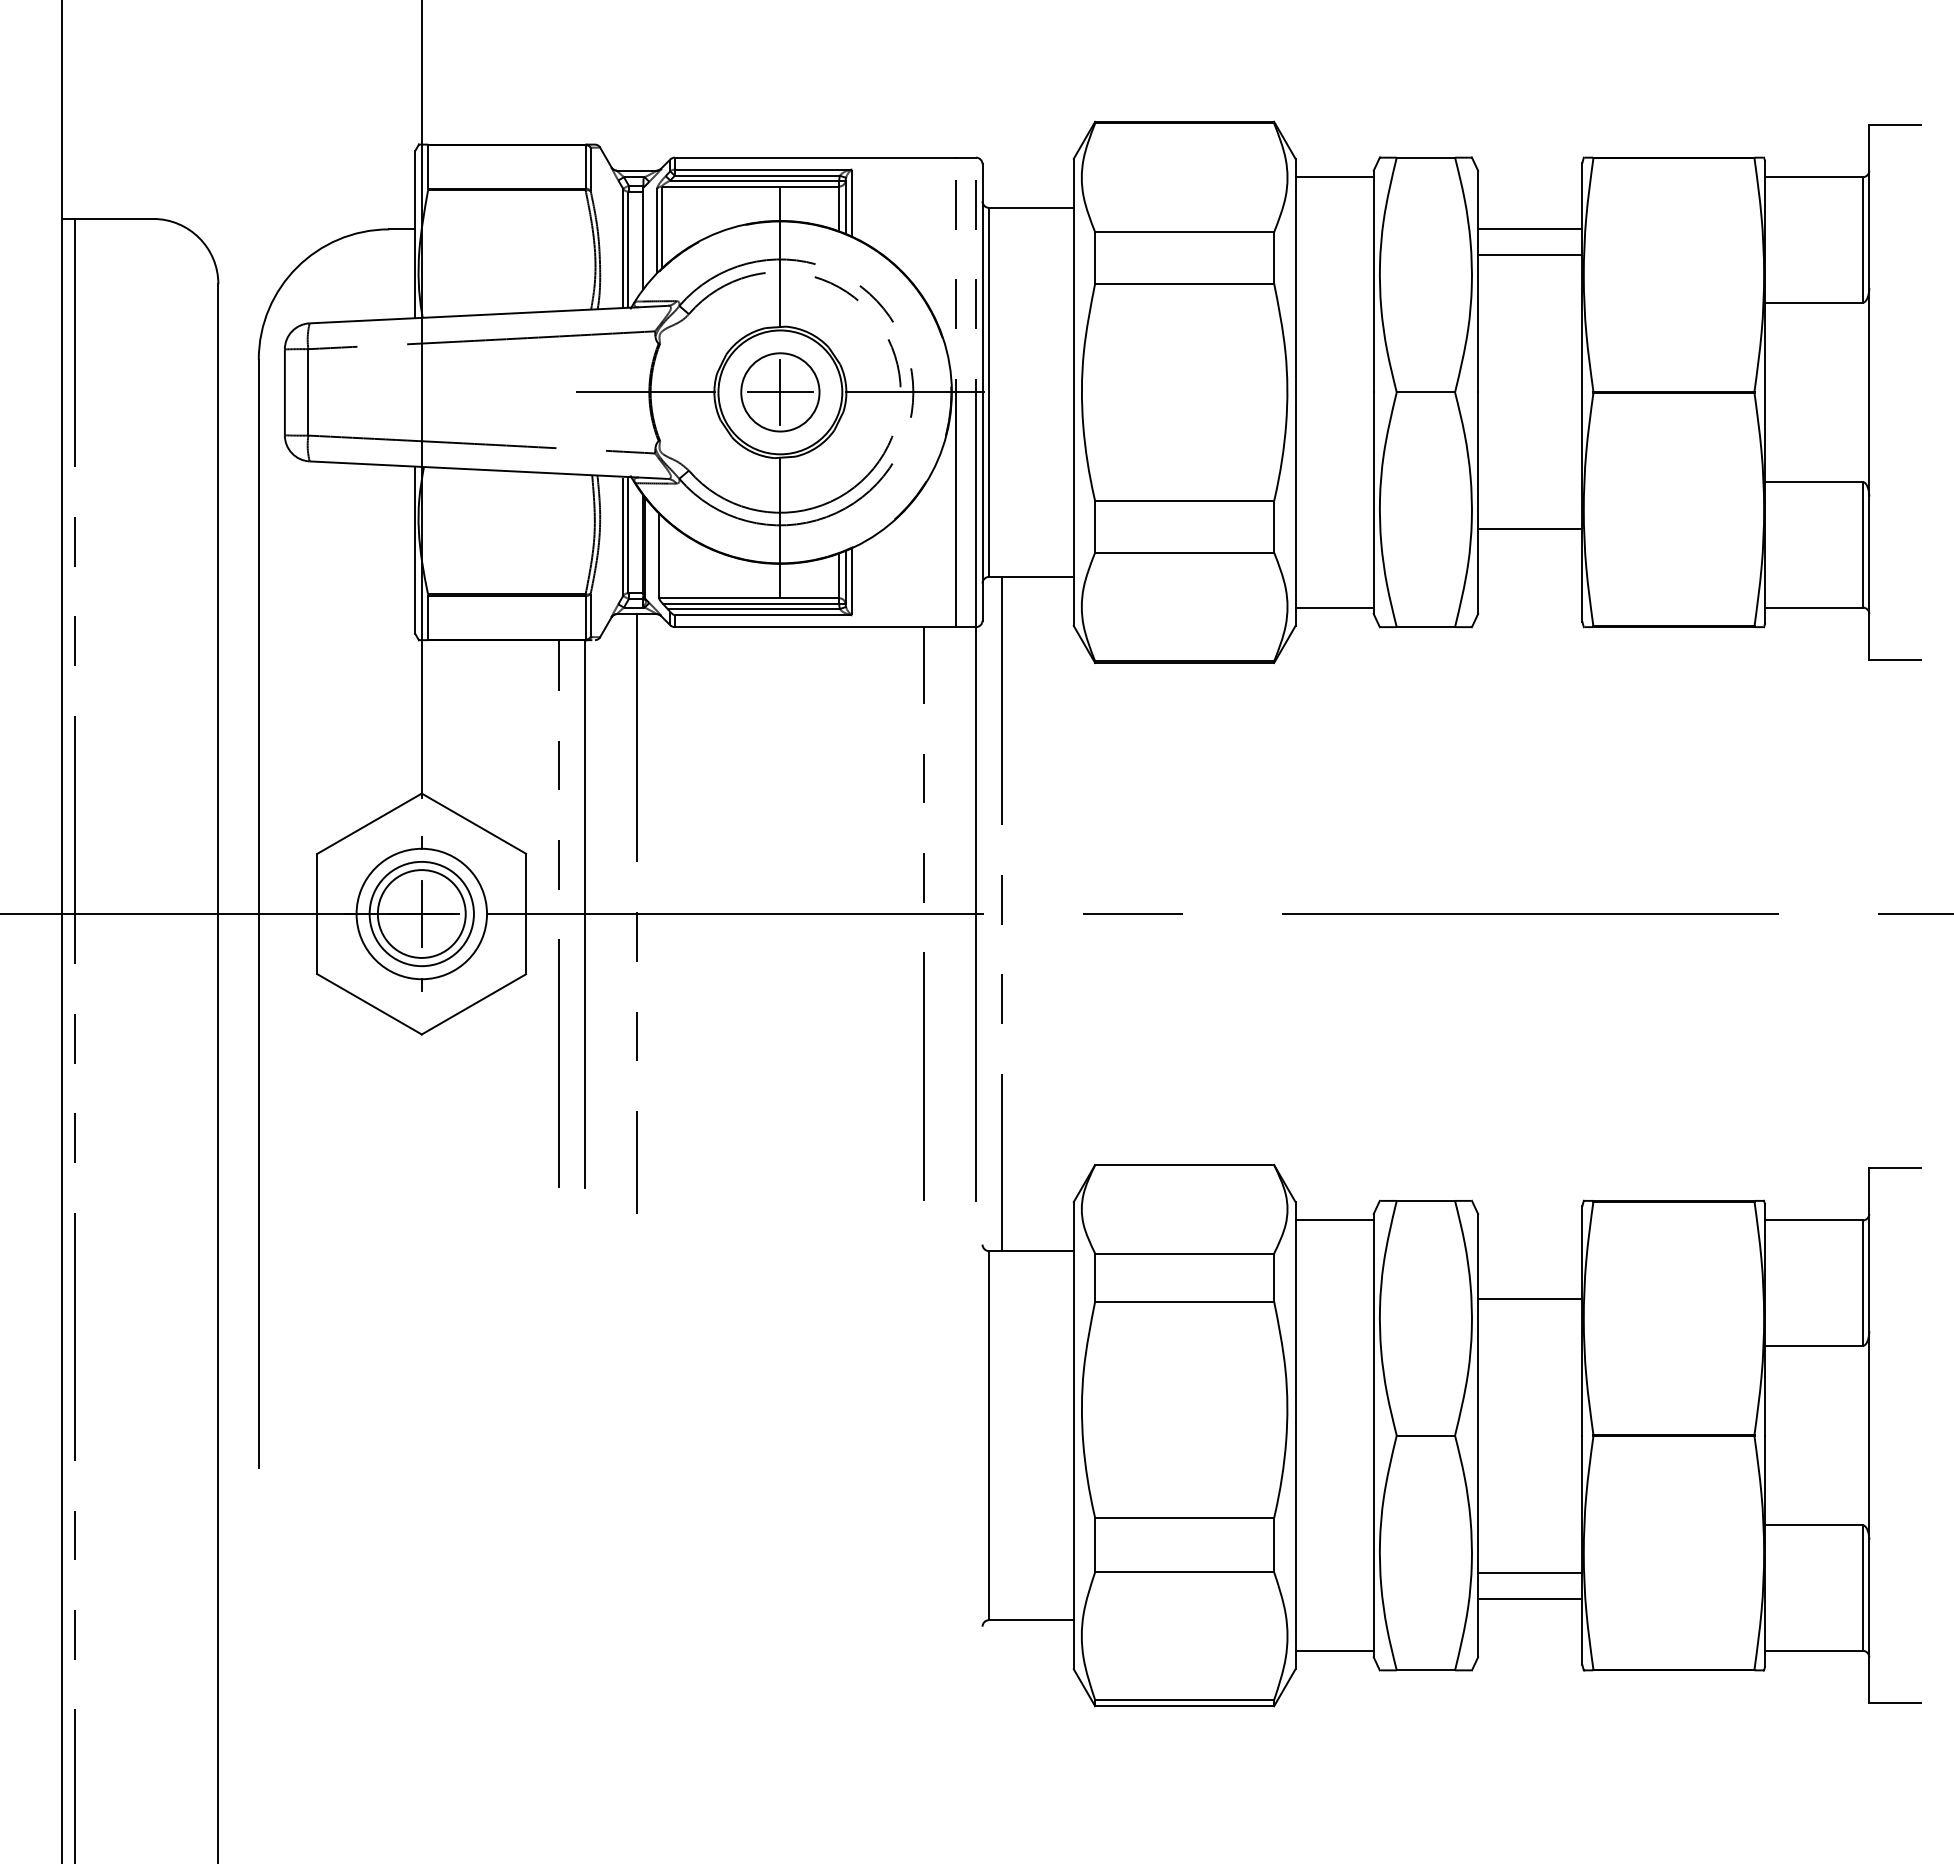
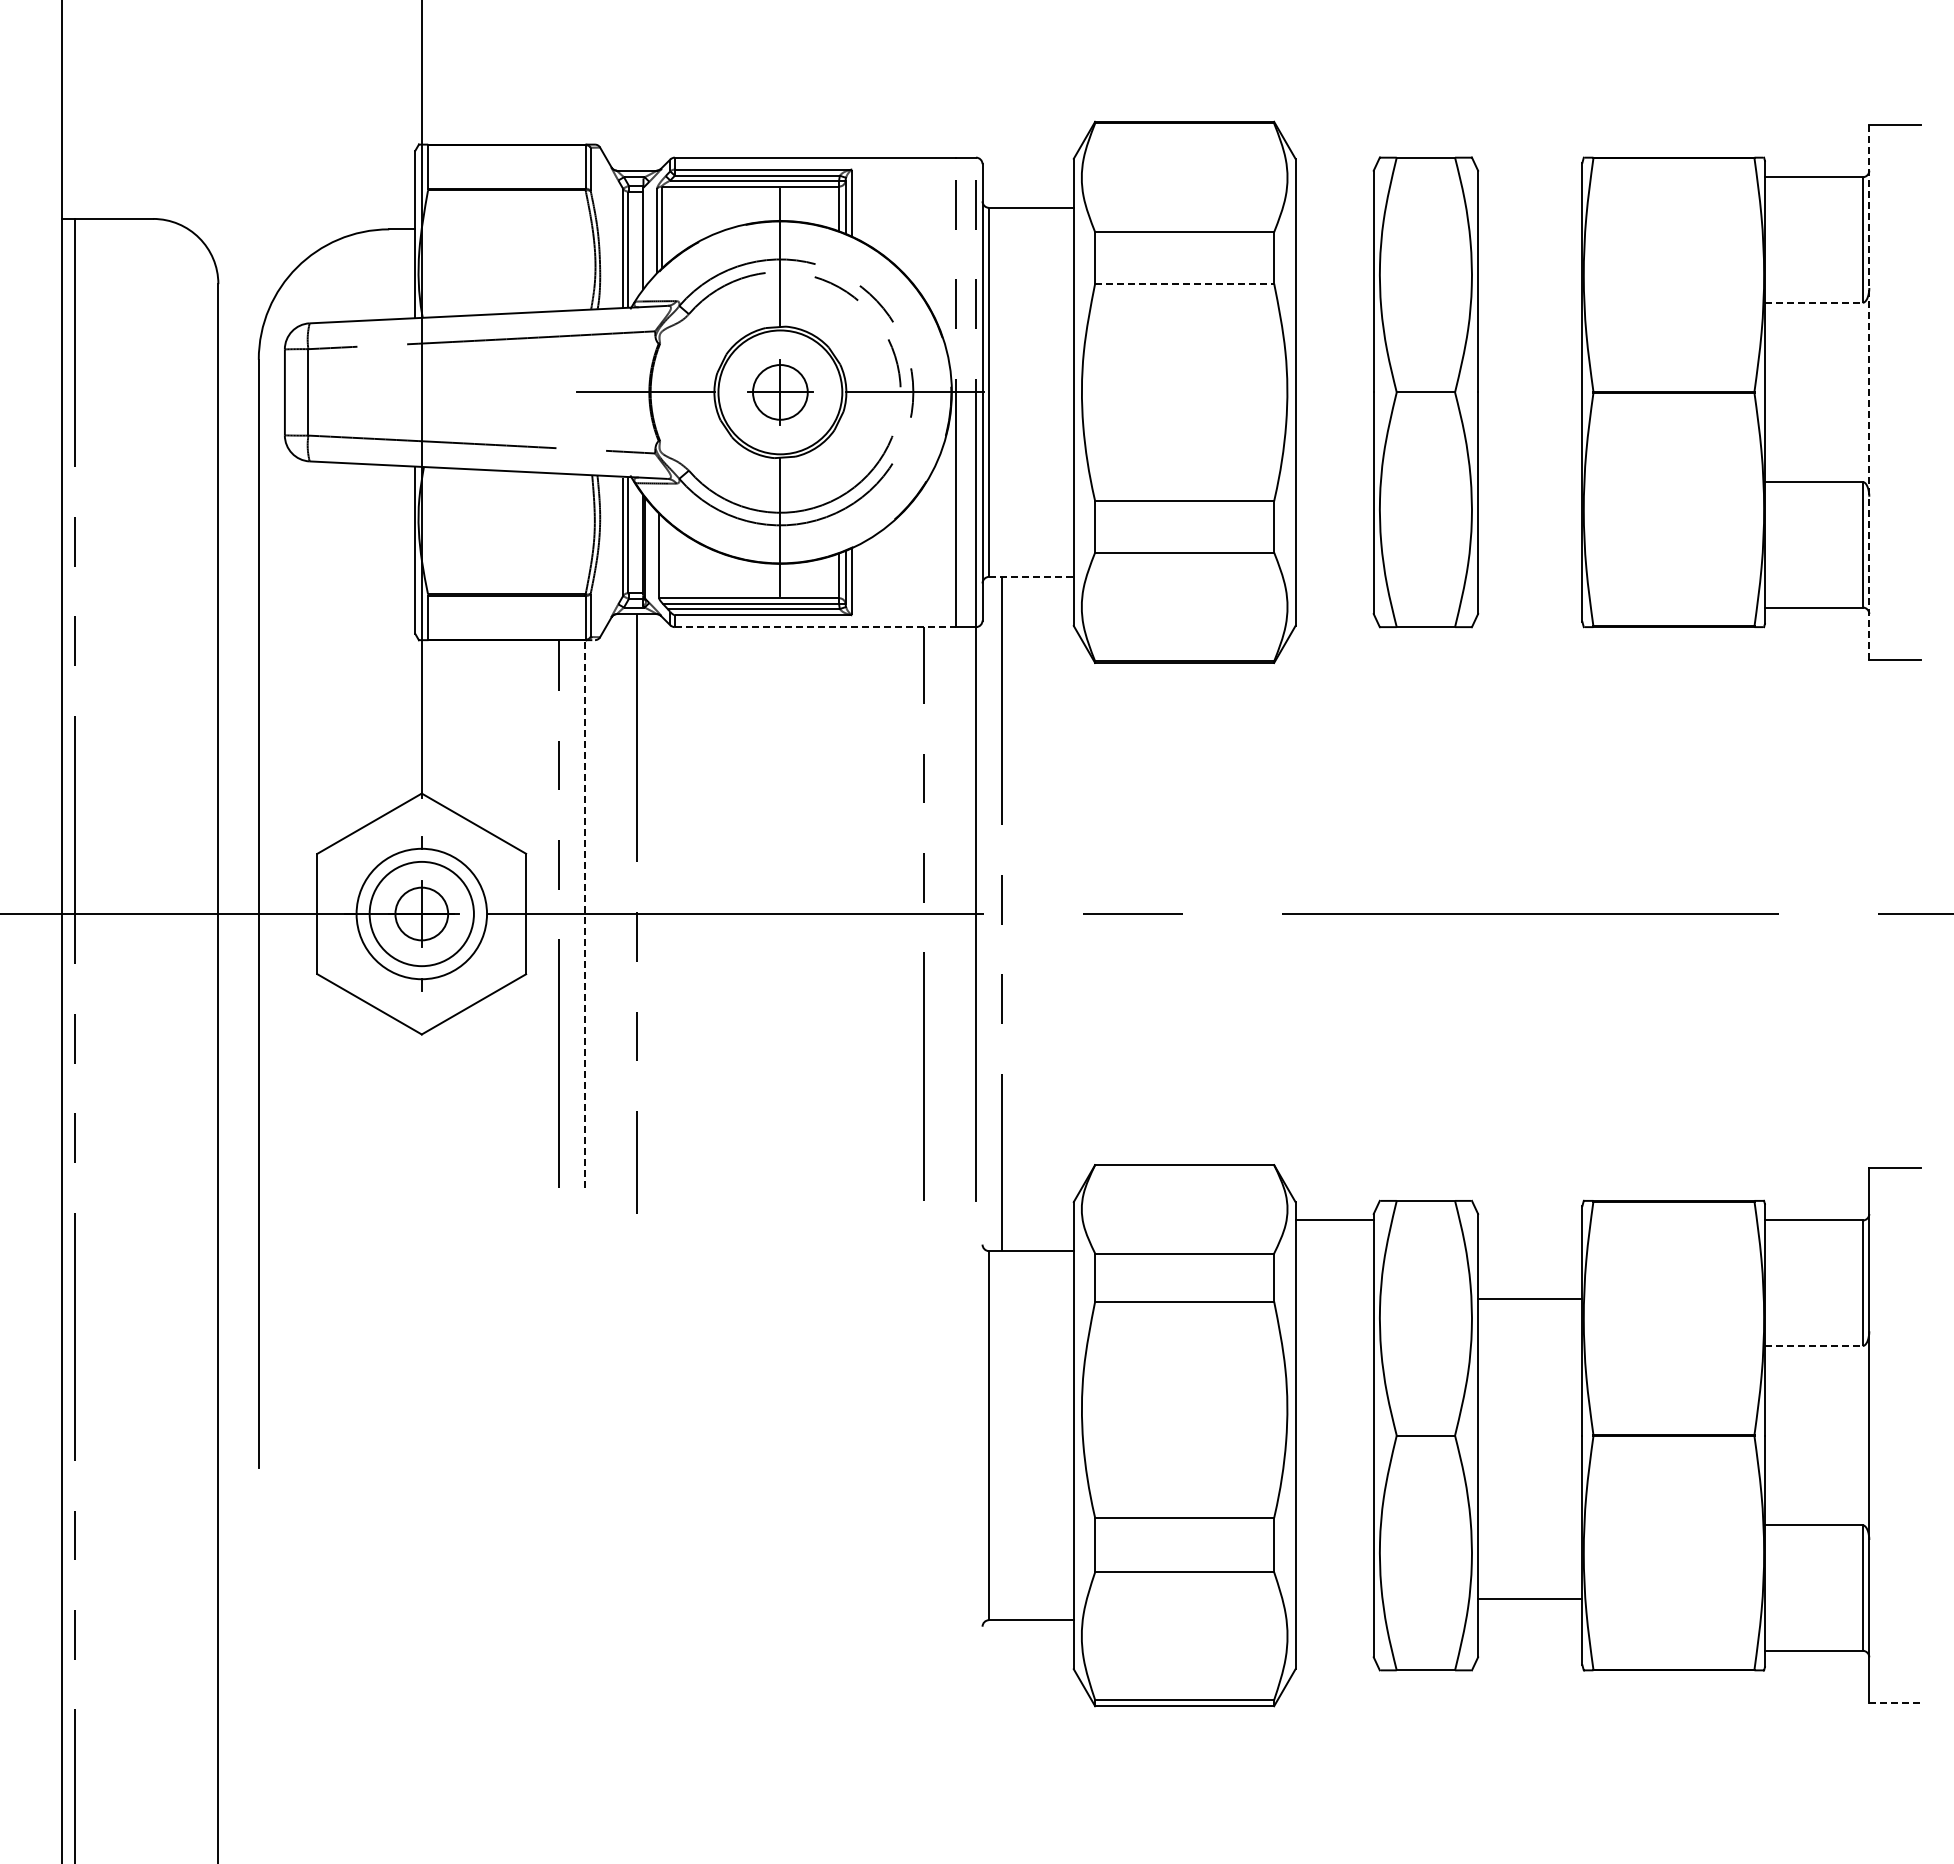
line at (1334, 177): present -> none
line at (1530, 229): present -> none
line at (1530, 255): present -> none
line at (1185, 283): solid -> dashed
line at (1813, 302): solid -> dashed
line at (1869, 391): solid -> dashed
circle at (780, 392) diameter: 78 px -> 55 px
line at (1530, 529): present -> none
line at (1031, 576): solid -> dashed
line at (1334, 607): present -> none
line at (815, 627): solid -> dashed
circle at (421, 913) diameter: 88 px -> 53 px
line at (584, 914): solid -> dashed
line at (1813, 1346): solid -> dashed
line at (1530, 1572): present -> none
line at (1334, 1650): present -> none
line at (1895, 1702): solid -> dashed
